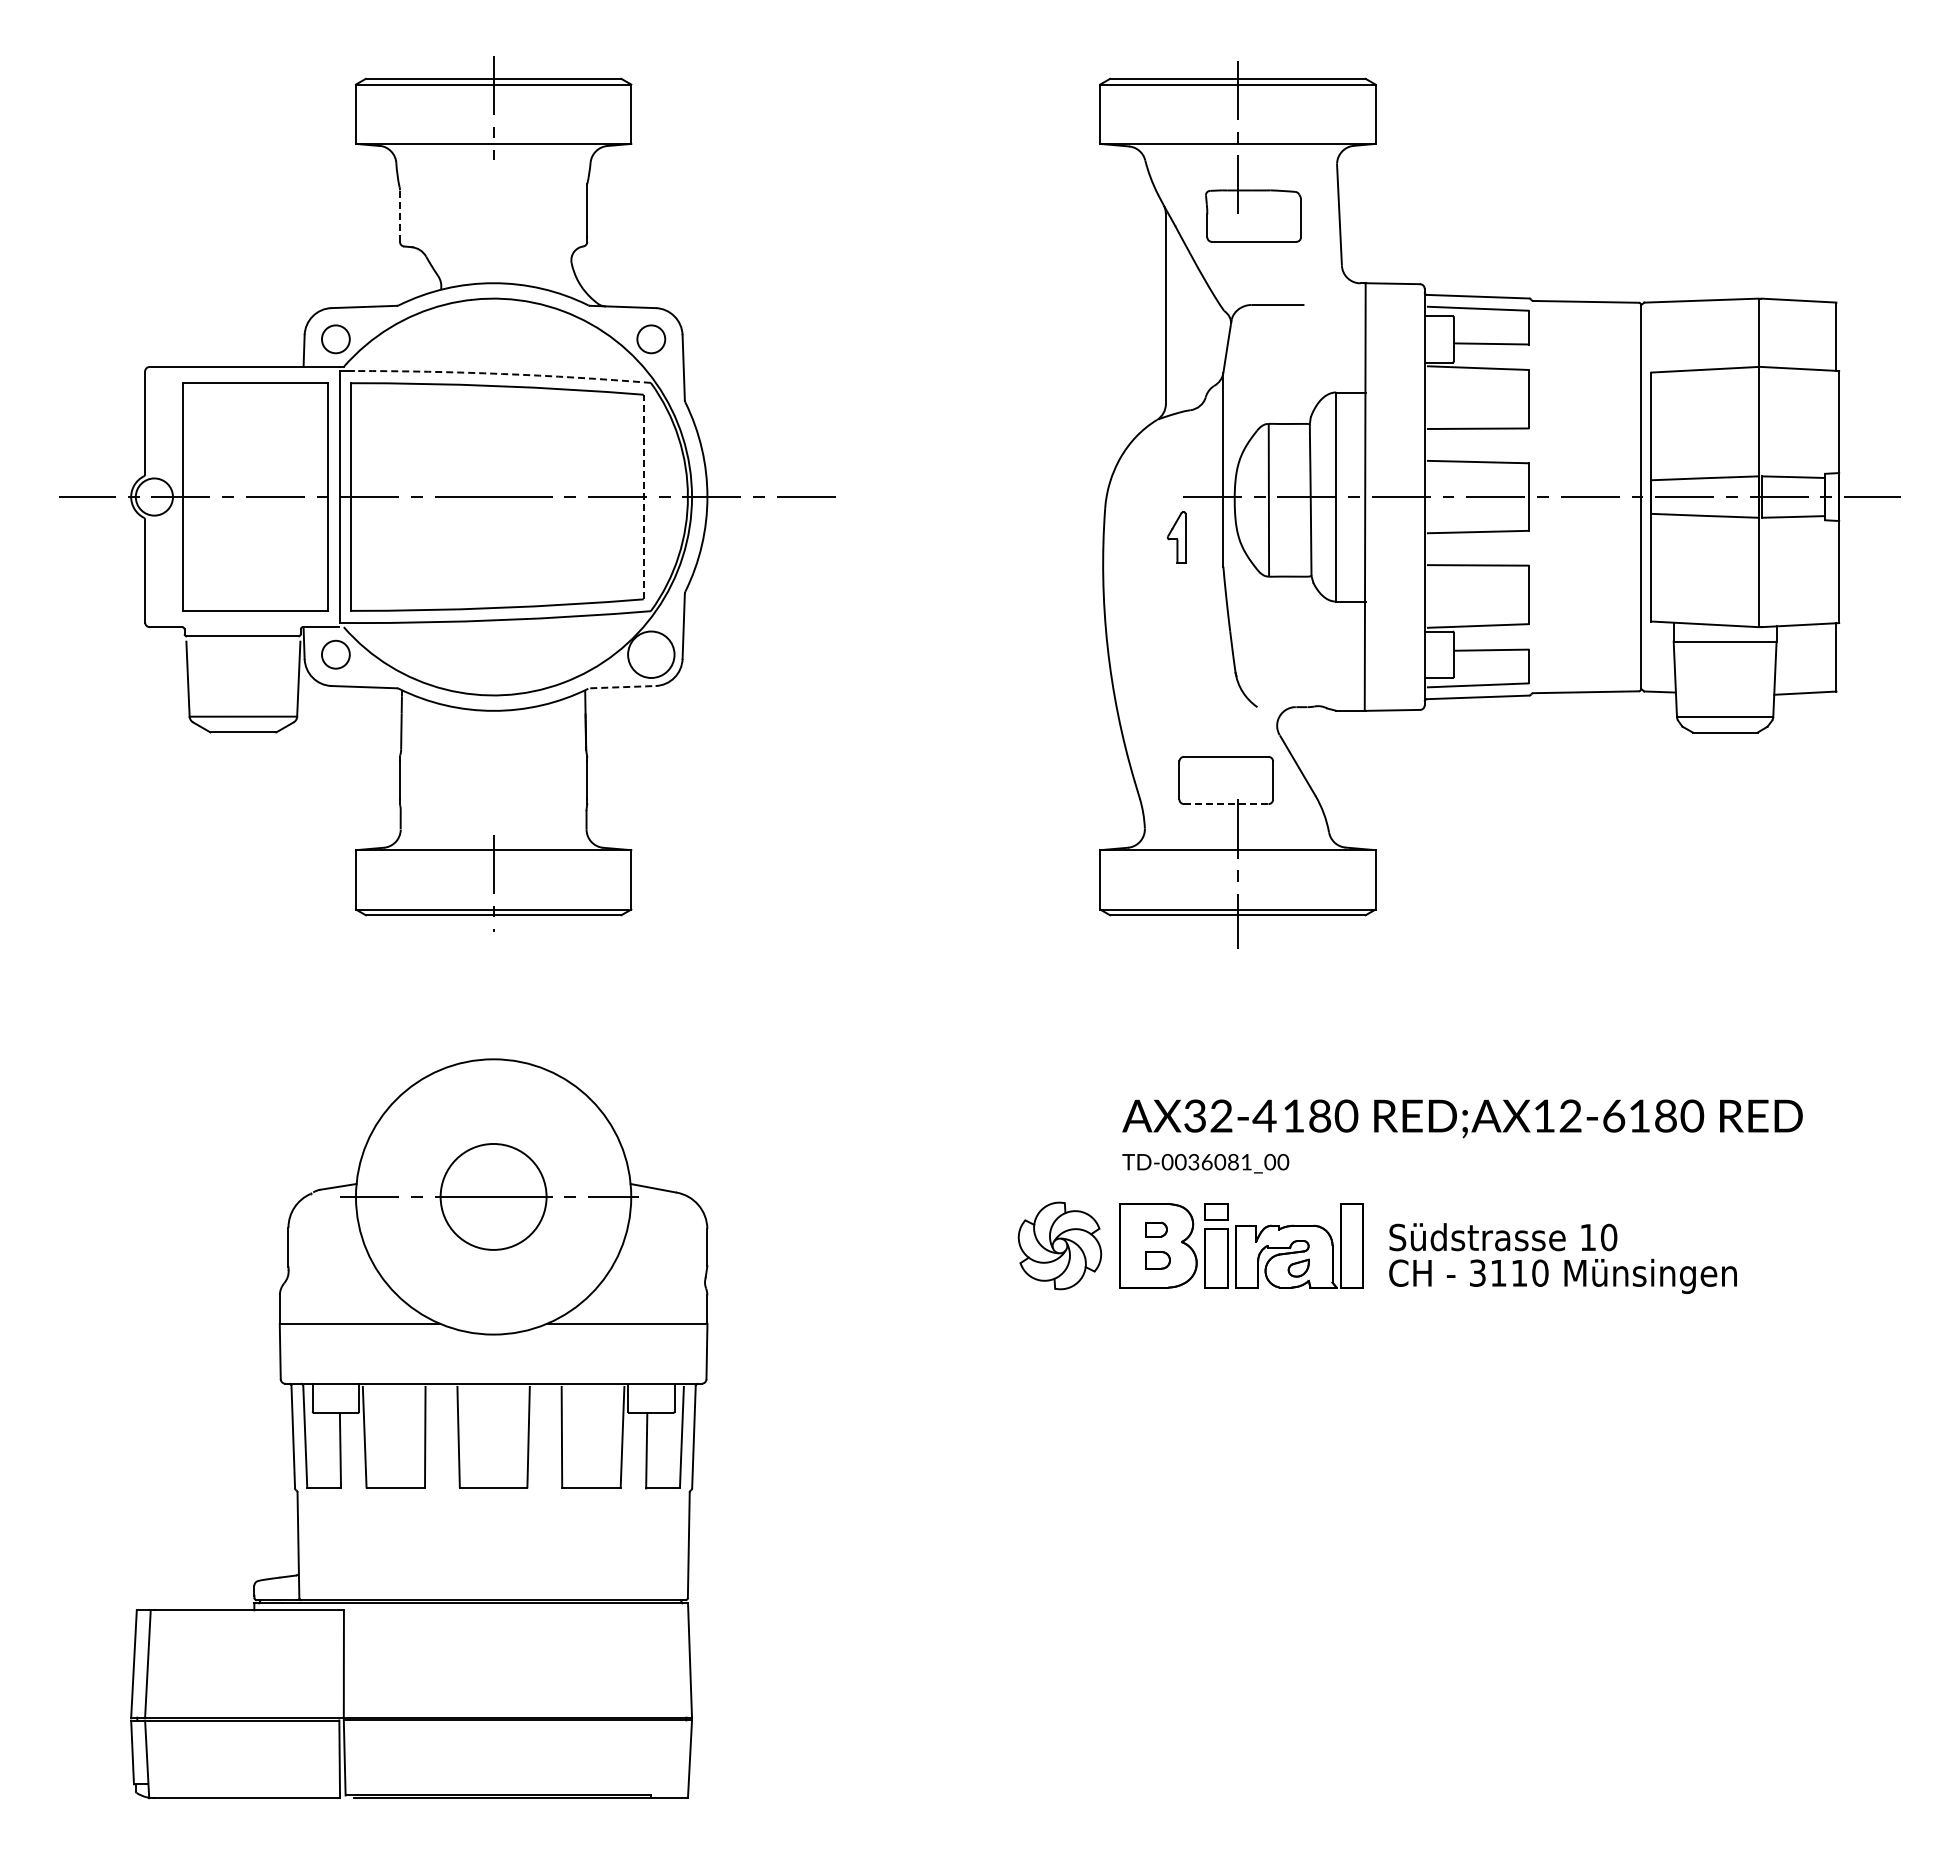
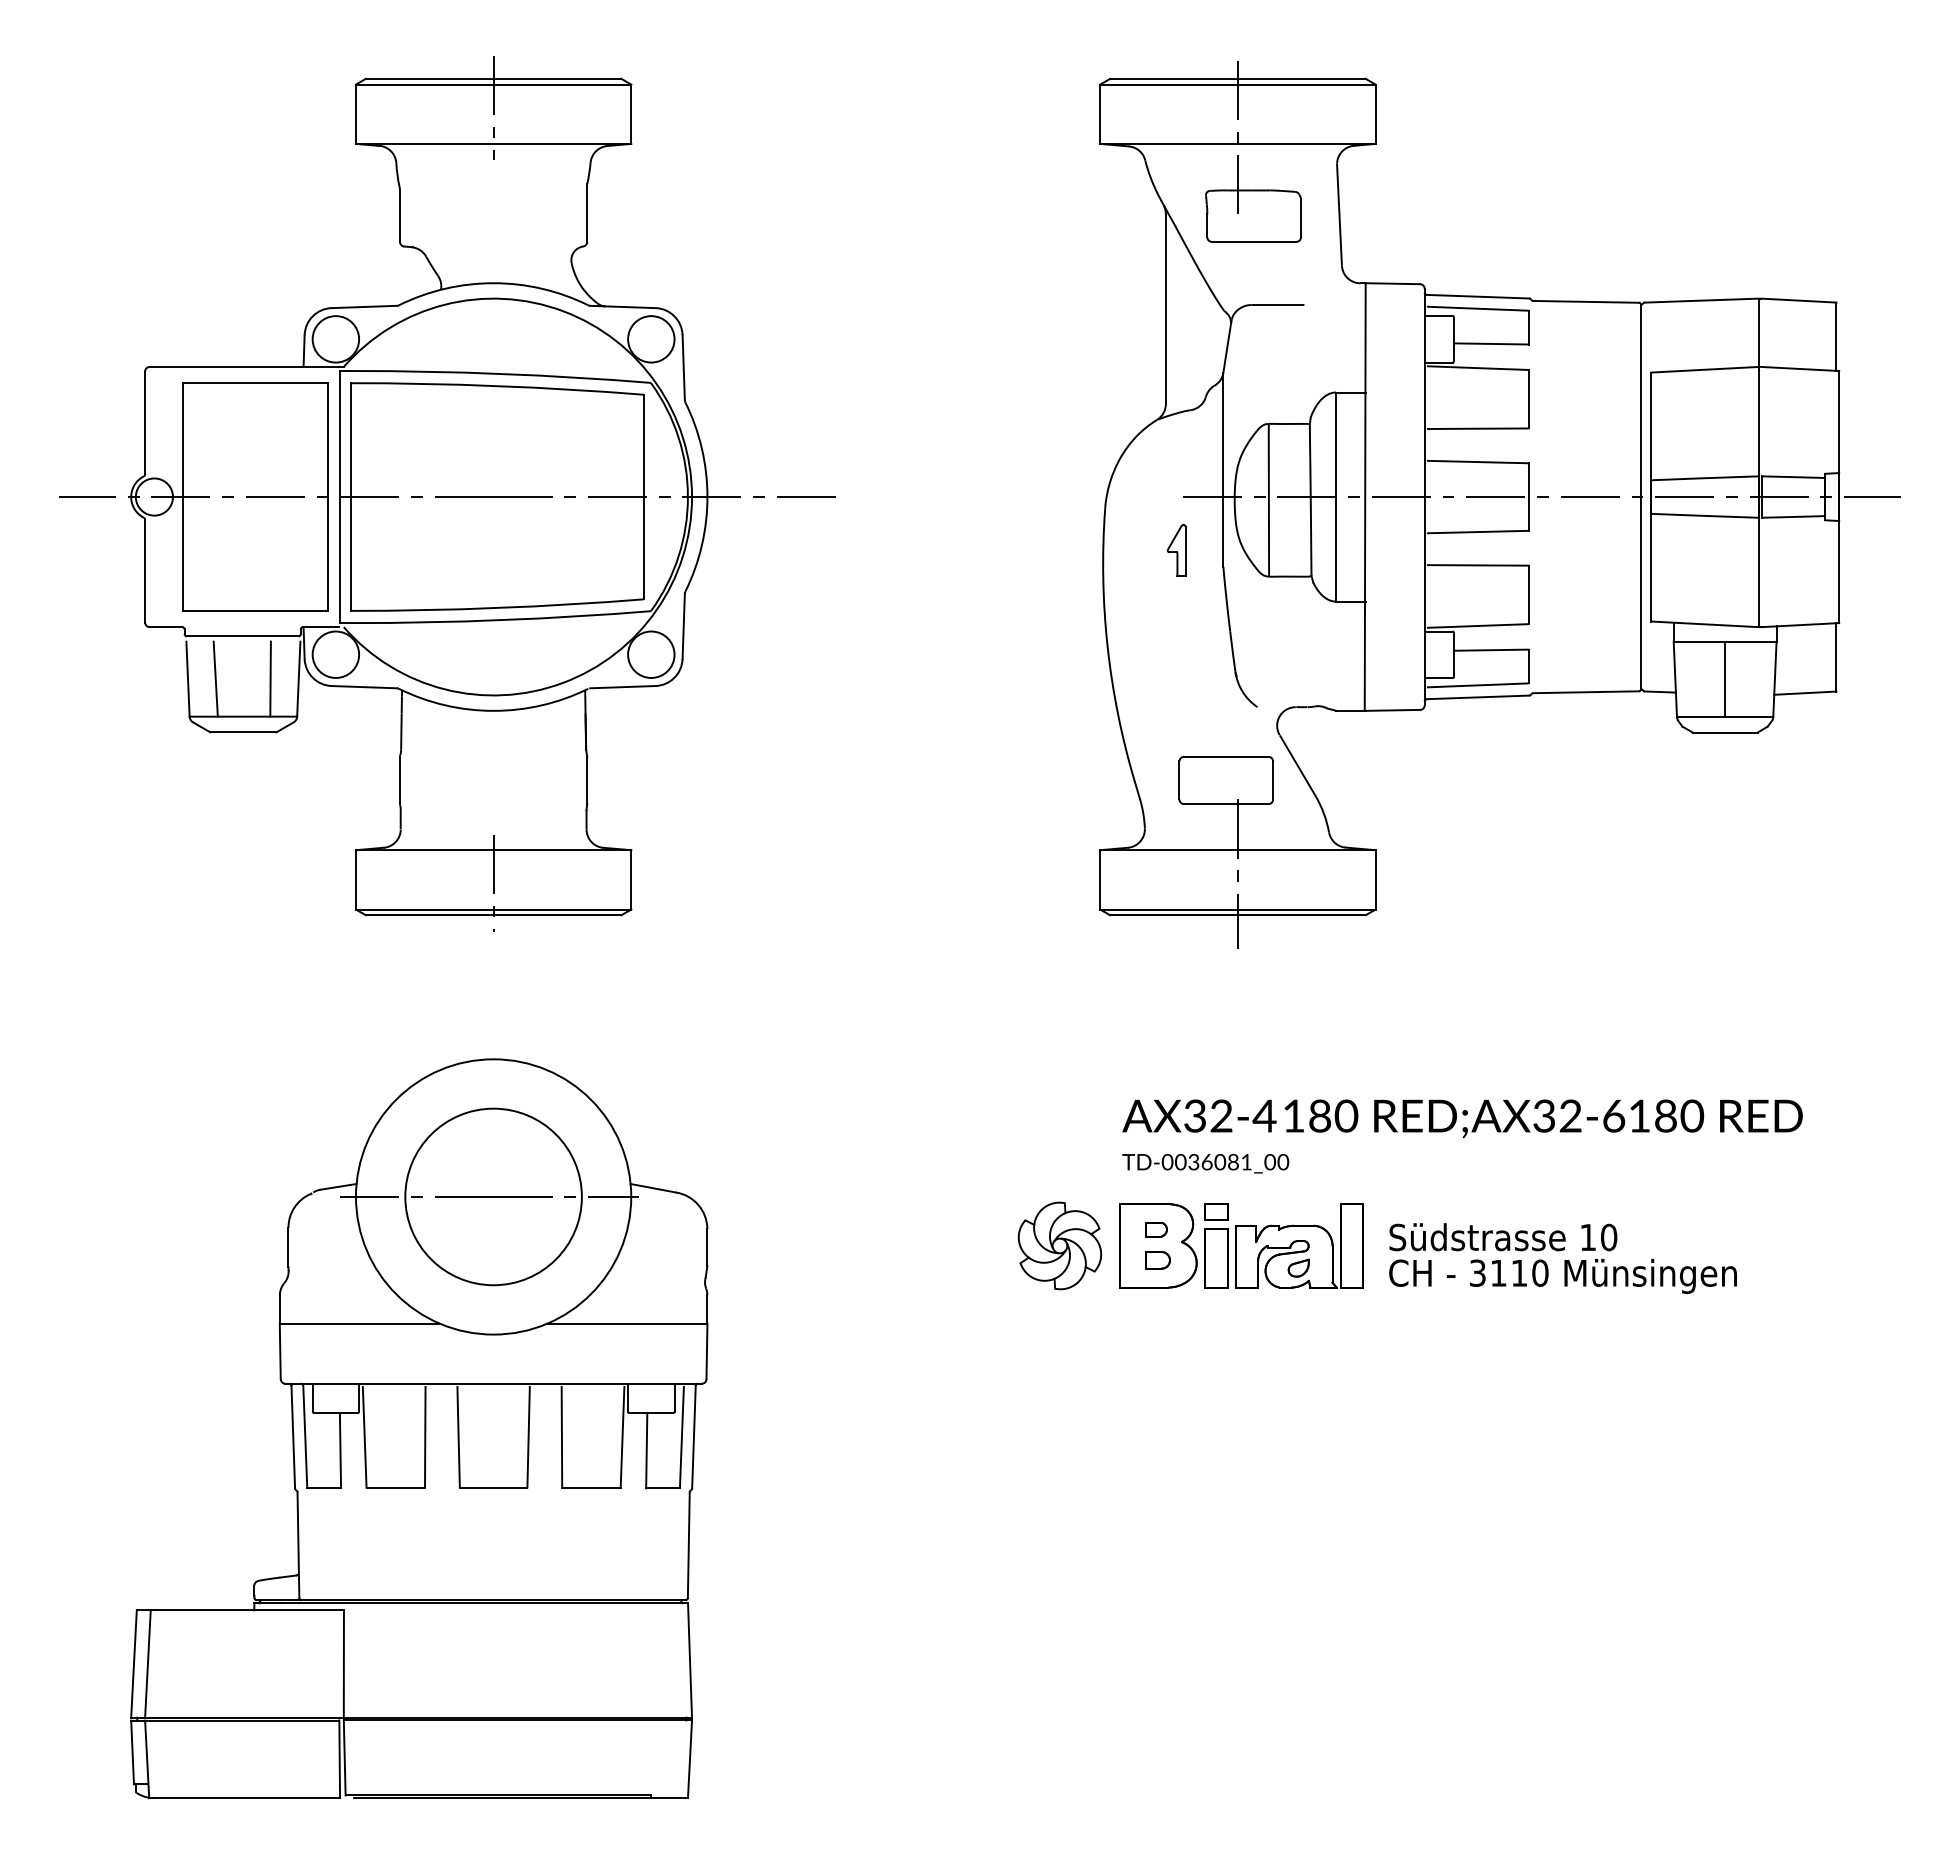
line at (399, 216): dashed -> solid
circle at (335, 339) diameter: 28 px -> 46 px
circle at (651, 339) diameter: 28 px -> 46 px
arc at (502, 374): dashed -> solid
line at (643, 496): dashed -> solid
part at (1176, 537) position: (1176, 537) -> (1176, 550)
circle at (335, 654) diameter: 28 px -> 46 px
line at (215, 678): none -> present
line at (270, 678): none -> present
line at (1725, 679): none -> present
line at (622, 687): dashed -> solid
line at (1226, 804): dashed -> solid
text at (1543, 1115): RED;AX12-6 -> RED;AX32-6
circle at (493, 1196) diameter: 106 px -> 177 px
